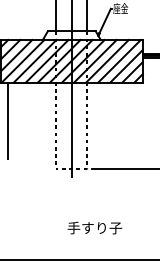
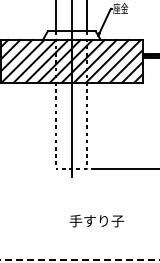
line at (7, 120): present -> none
text at (94, 227) position: (94, 227) -> (96, 220)
line at (80, 260): solid -> dashed
